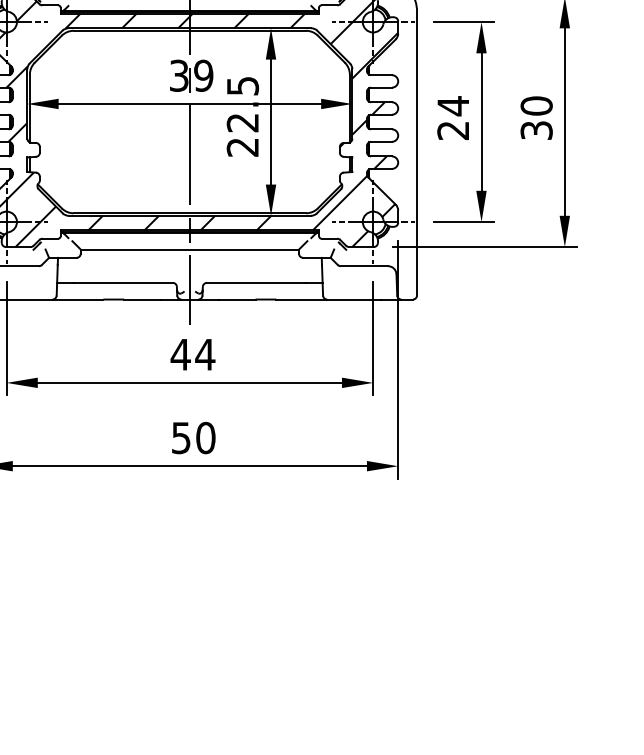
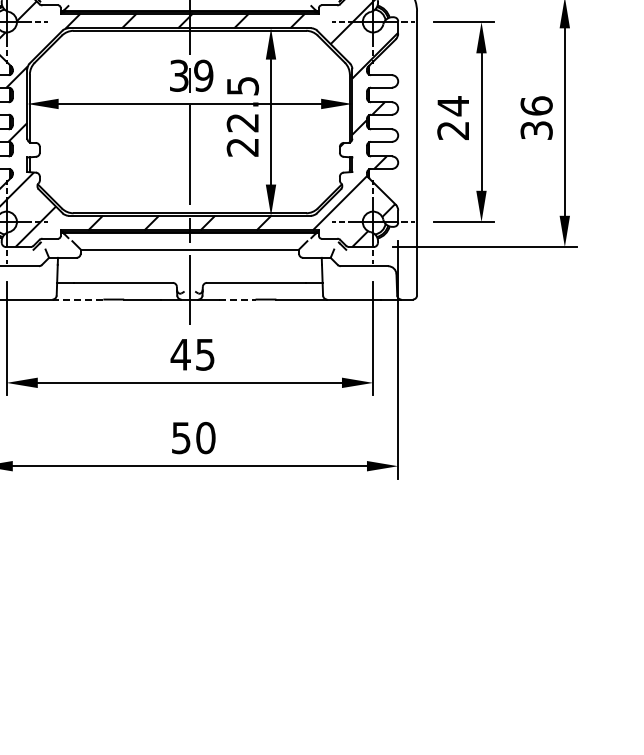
text at (536, 105): 30 -> 36
line at (77, 299): solid -> dashed
line at (237, 299): solid -> dashed
text at (205, 354): 44 -> 45
